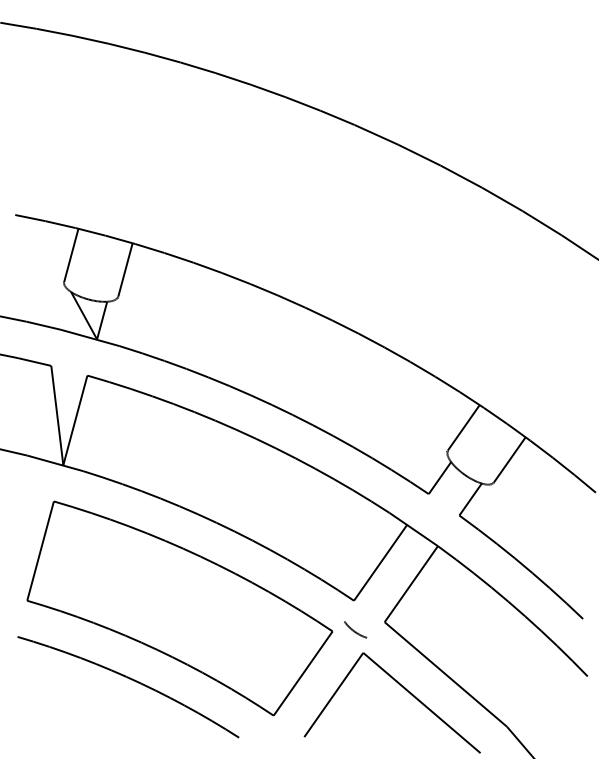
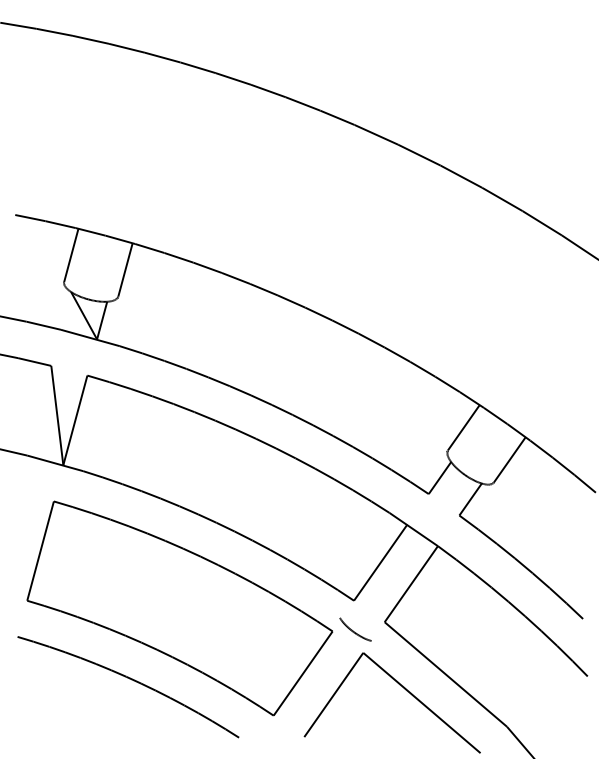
part at (355, 629) size: 24x18 px -> 33x25 px
